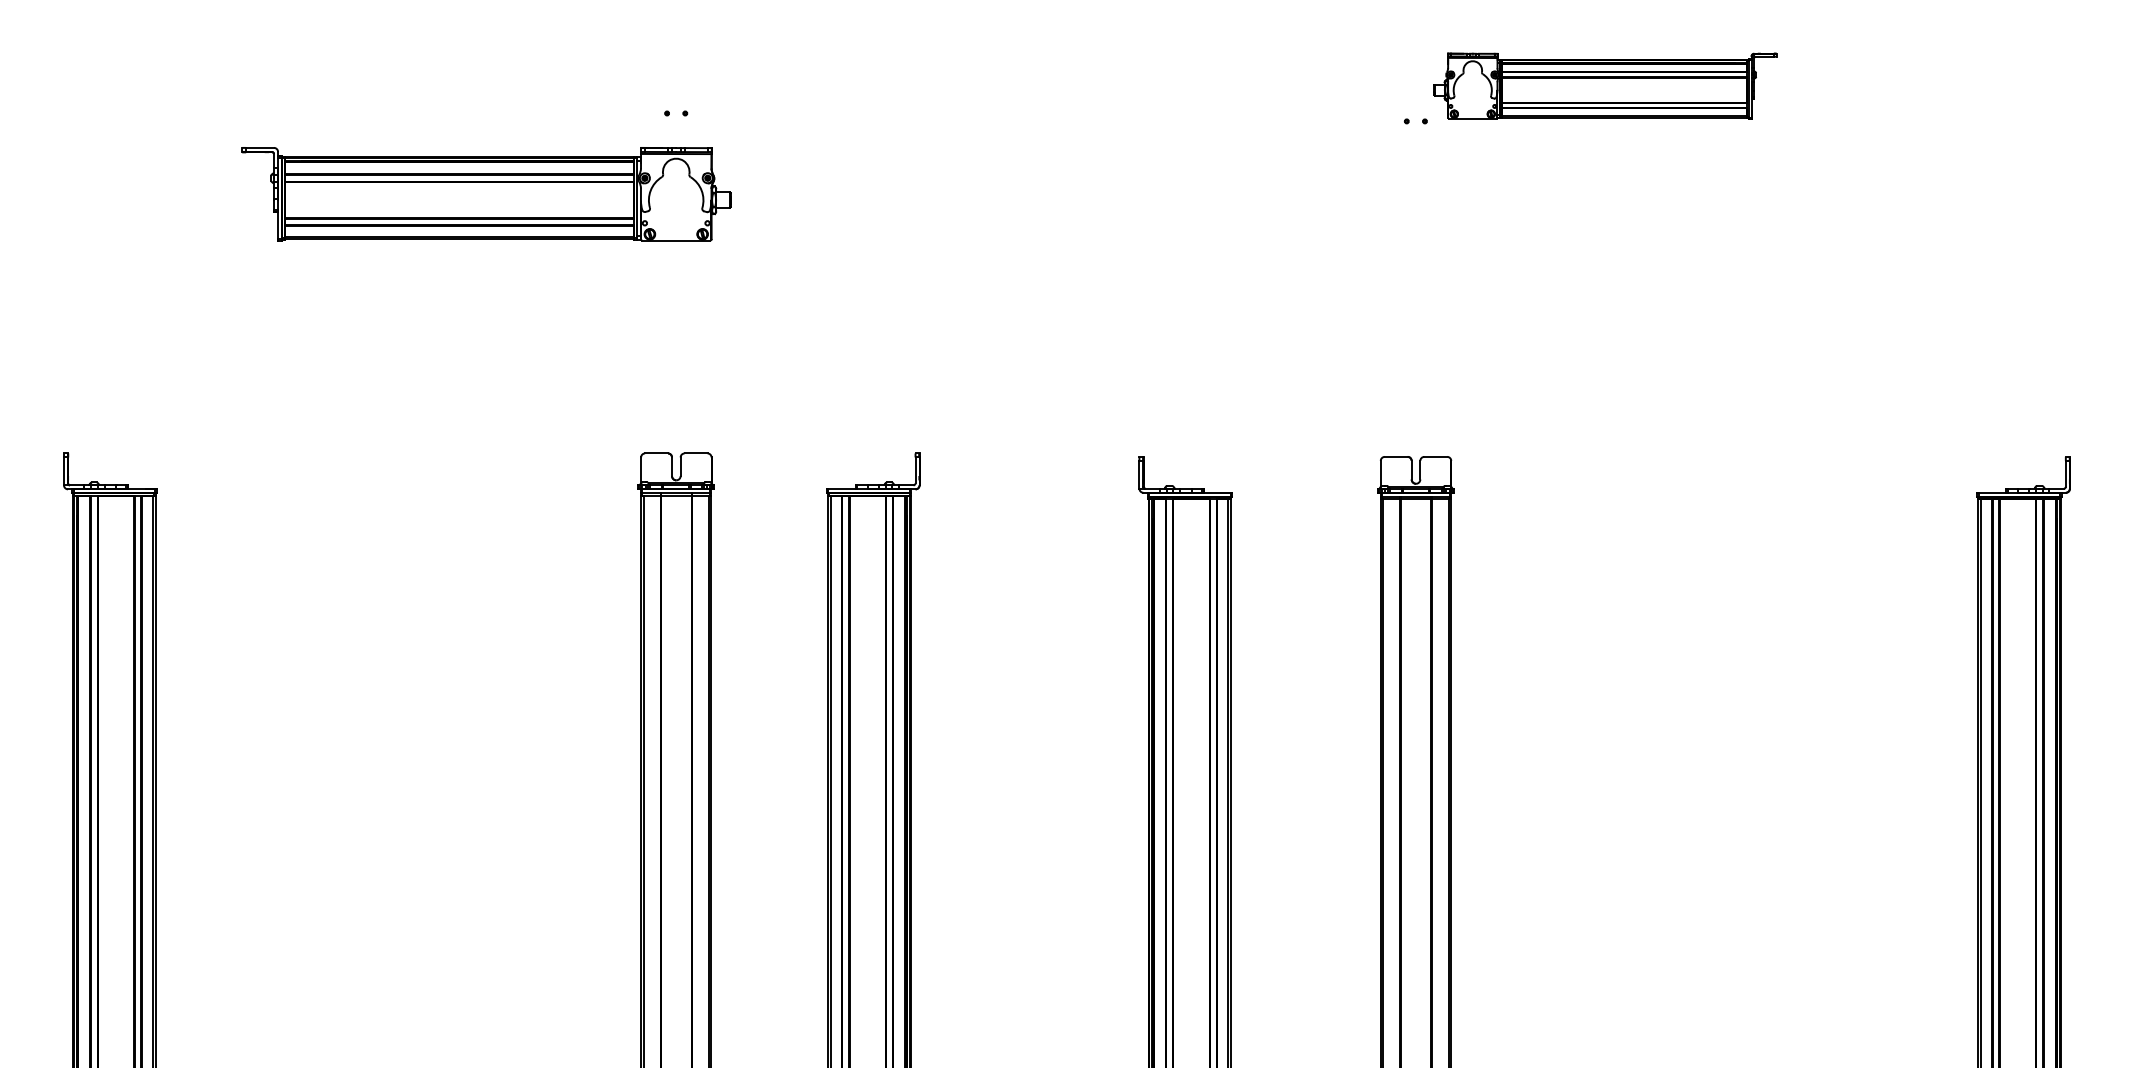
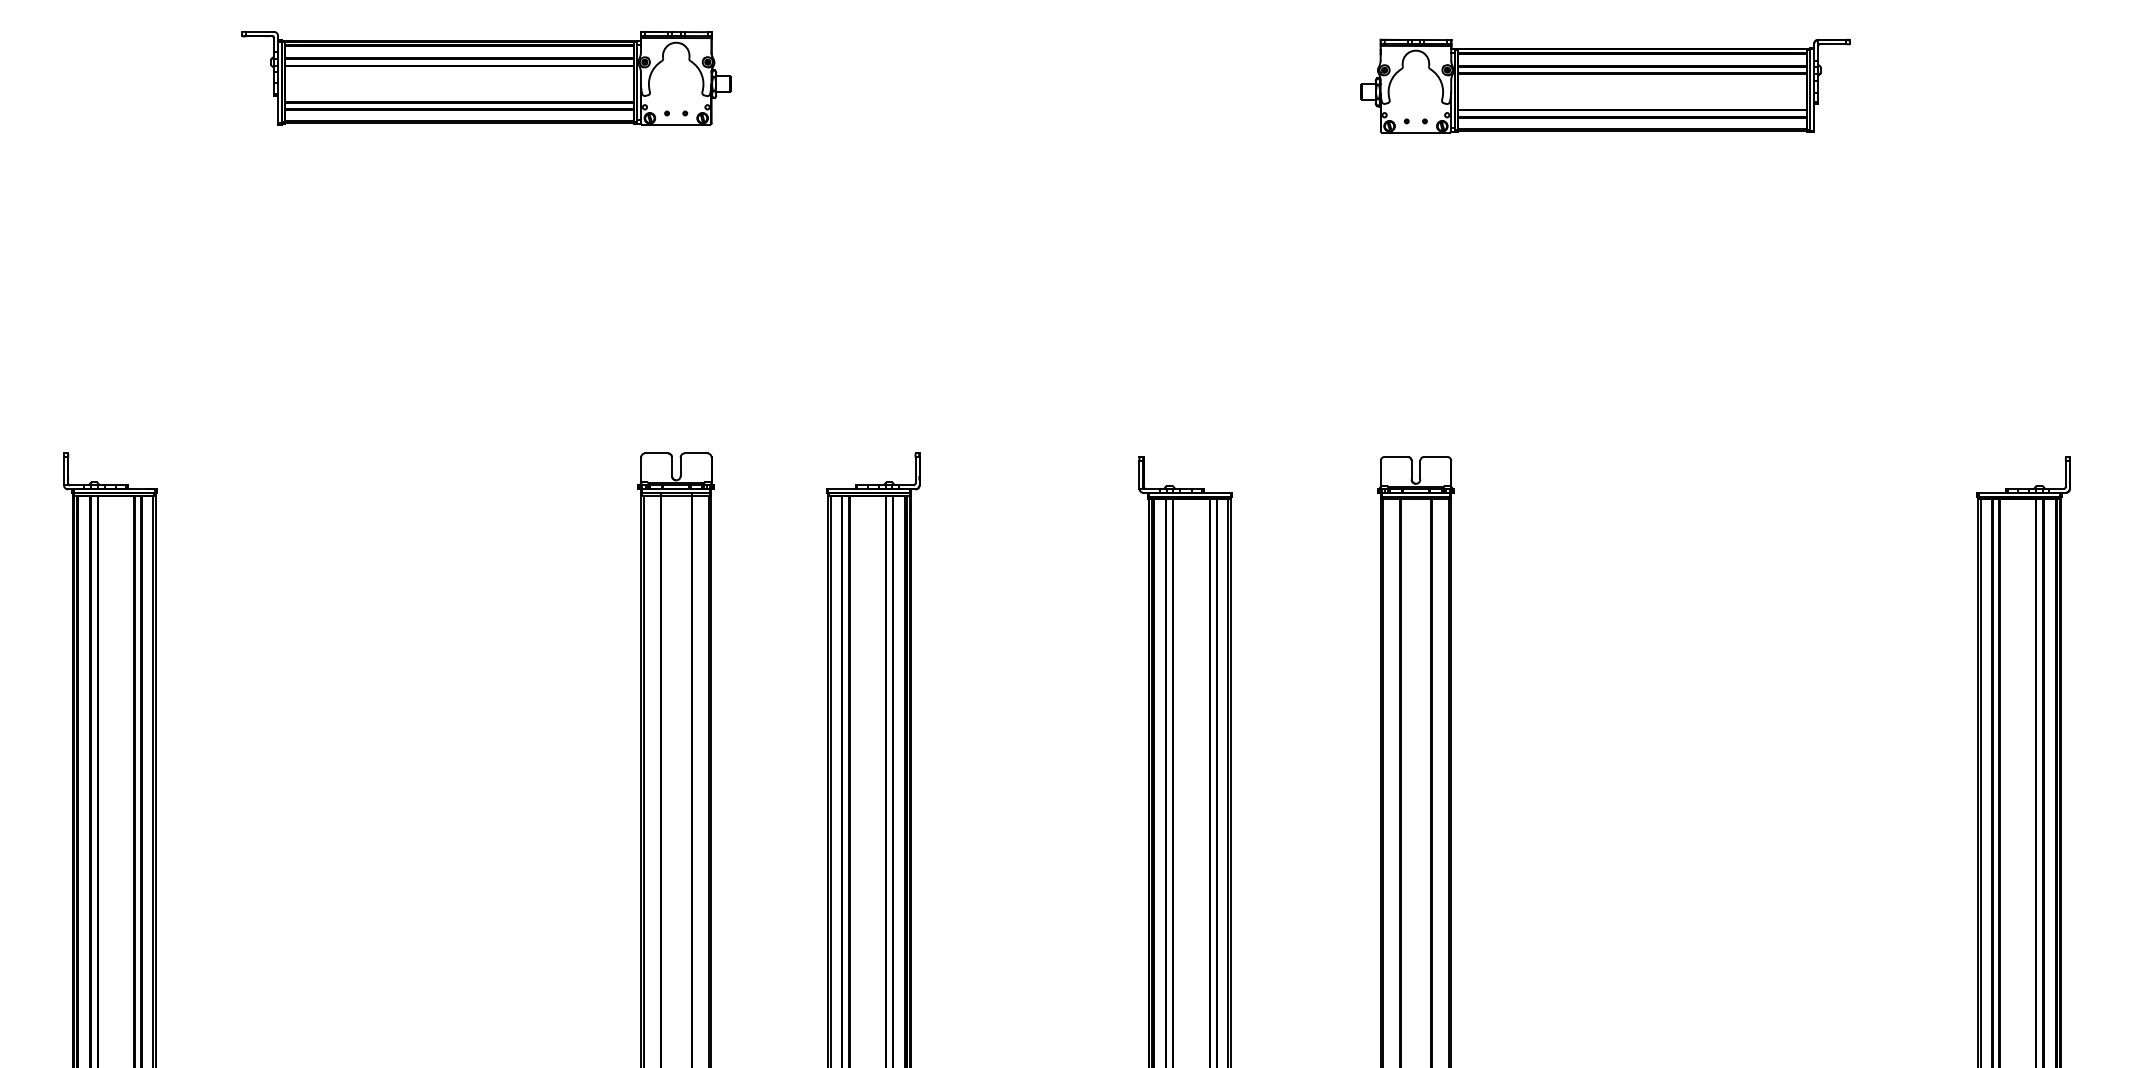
part at (1605, 85) size: 345x68 px -> 491x96 px
part at (486, 194) position: (486, 194) -> (486, 78)
